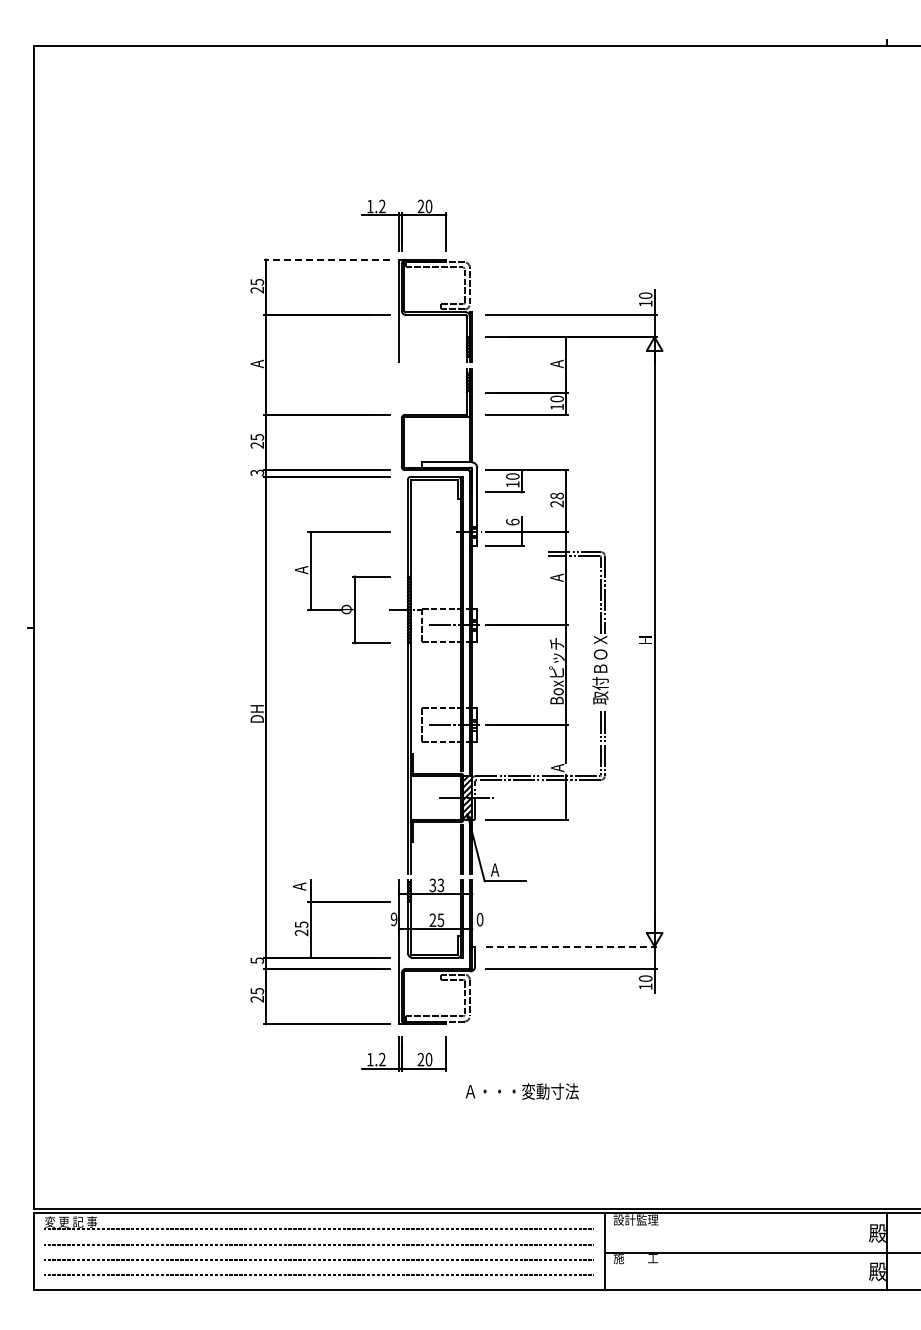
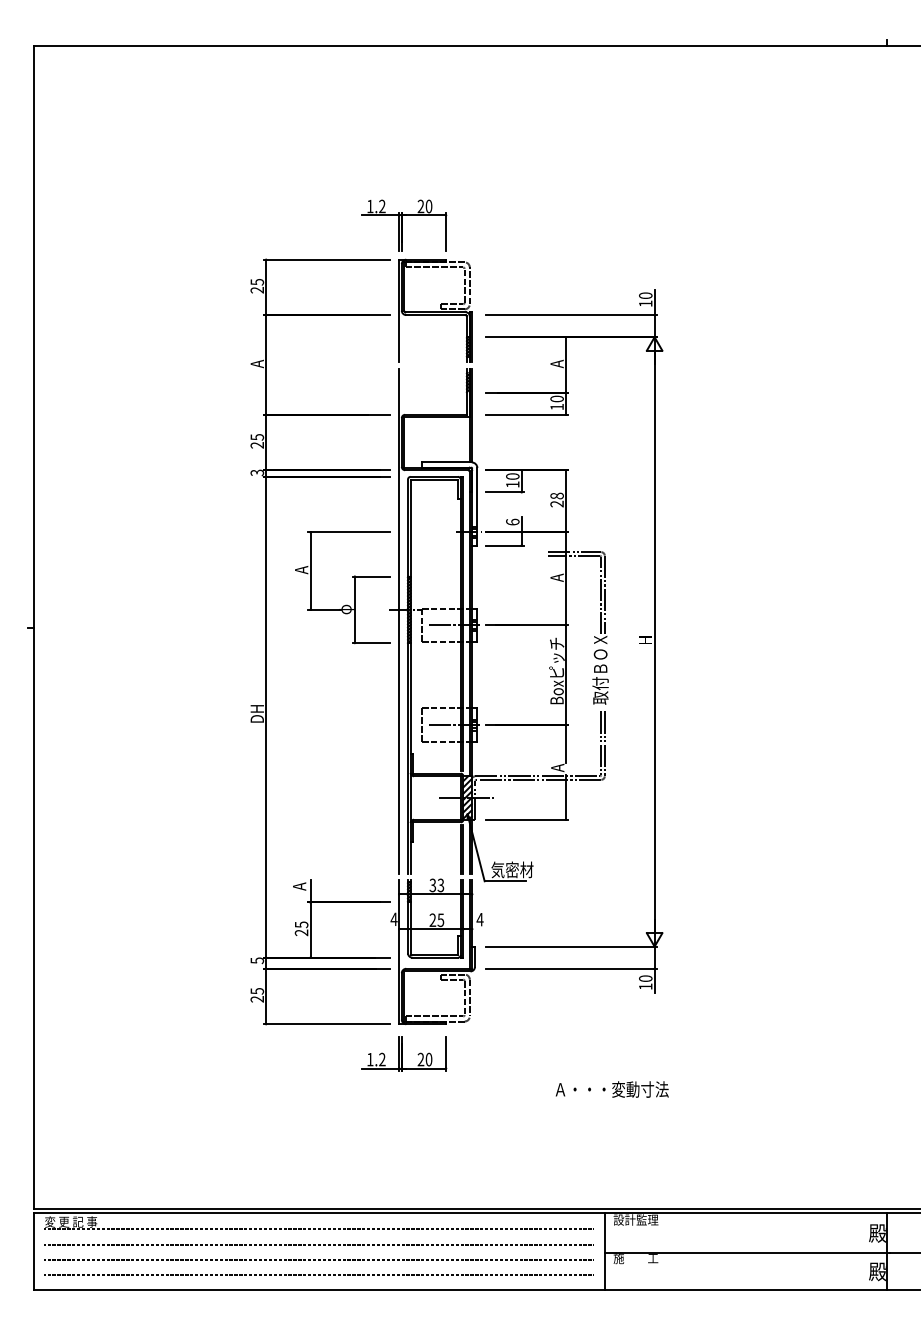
line at (326, 259): dashed -> solid
line at (399, 621): none -> present
text at (511, 869): A -> 気密材
text at (393, 919): 9 -> 4
text at (479, 919): 0 -> 4
line at (572, 946): dashed -> solid
text at (521, 1091) position: (521, 1091) -> (611, 1089)
